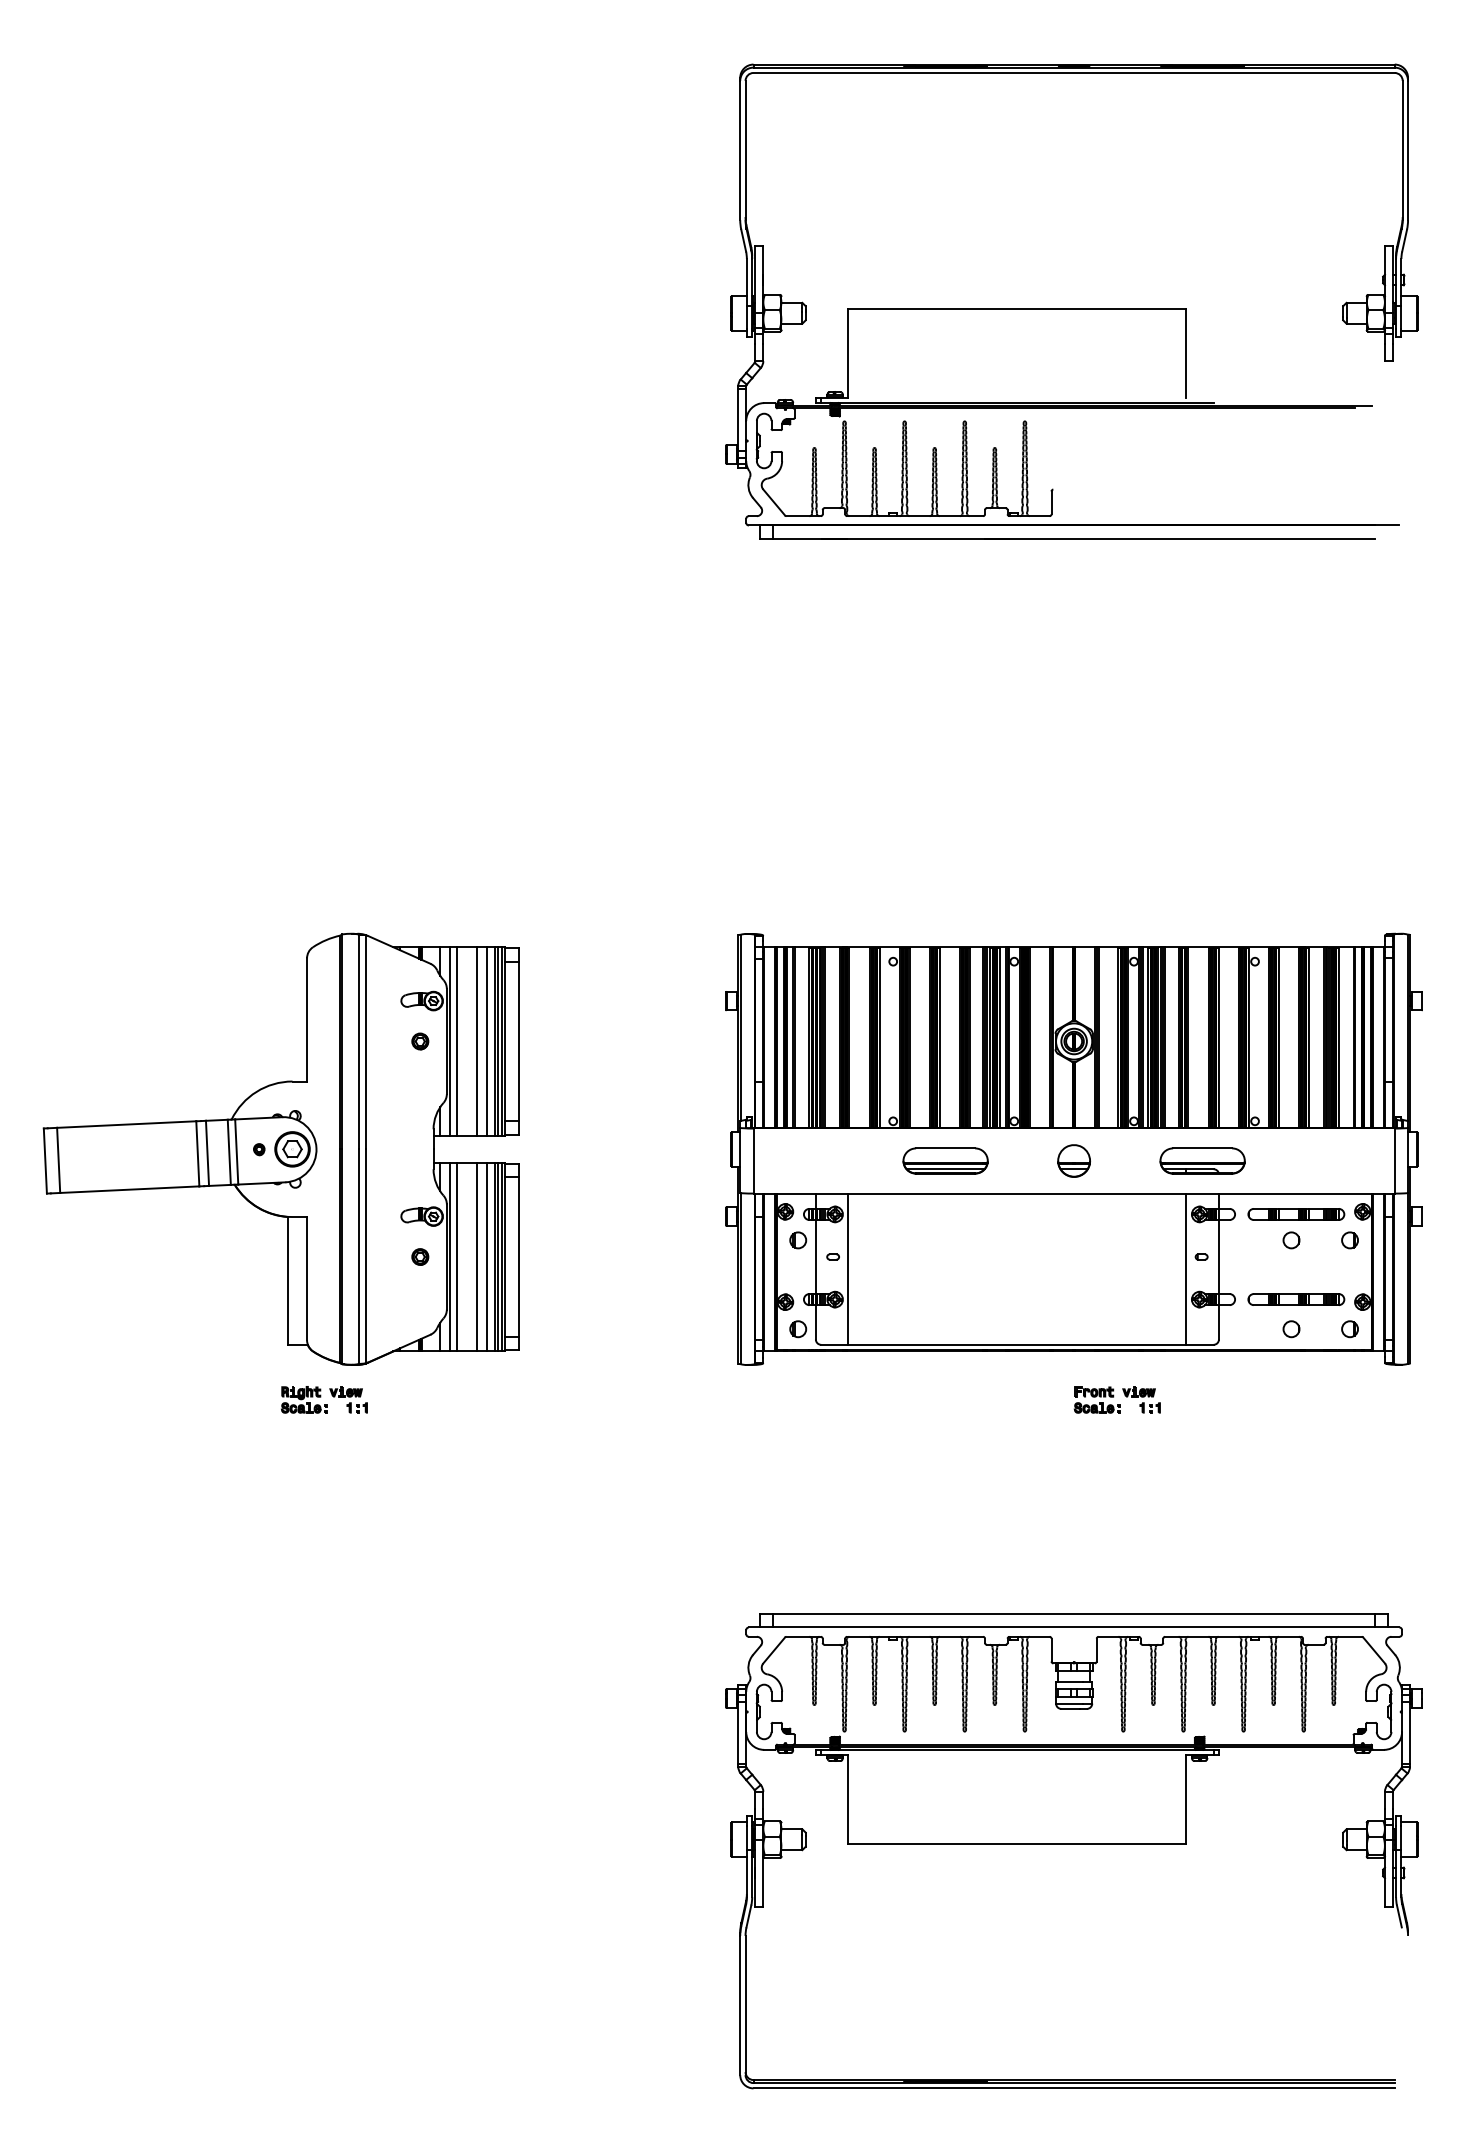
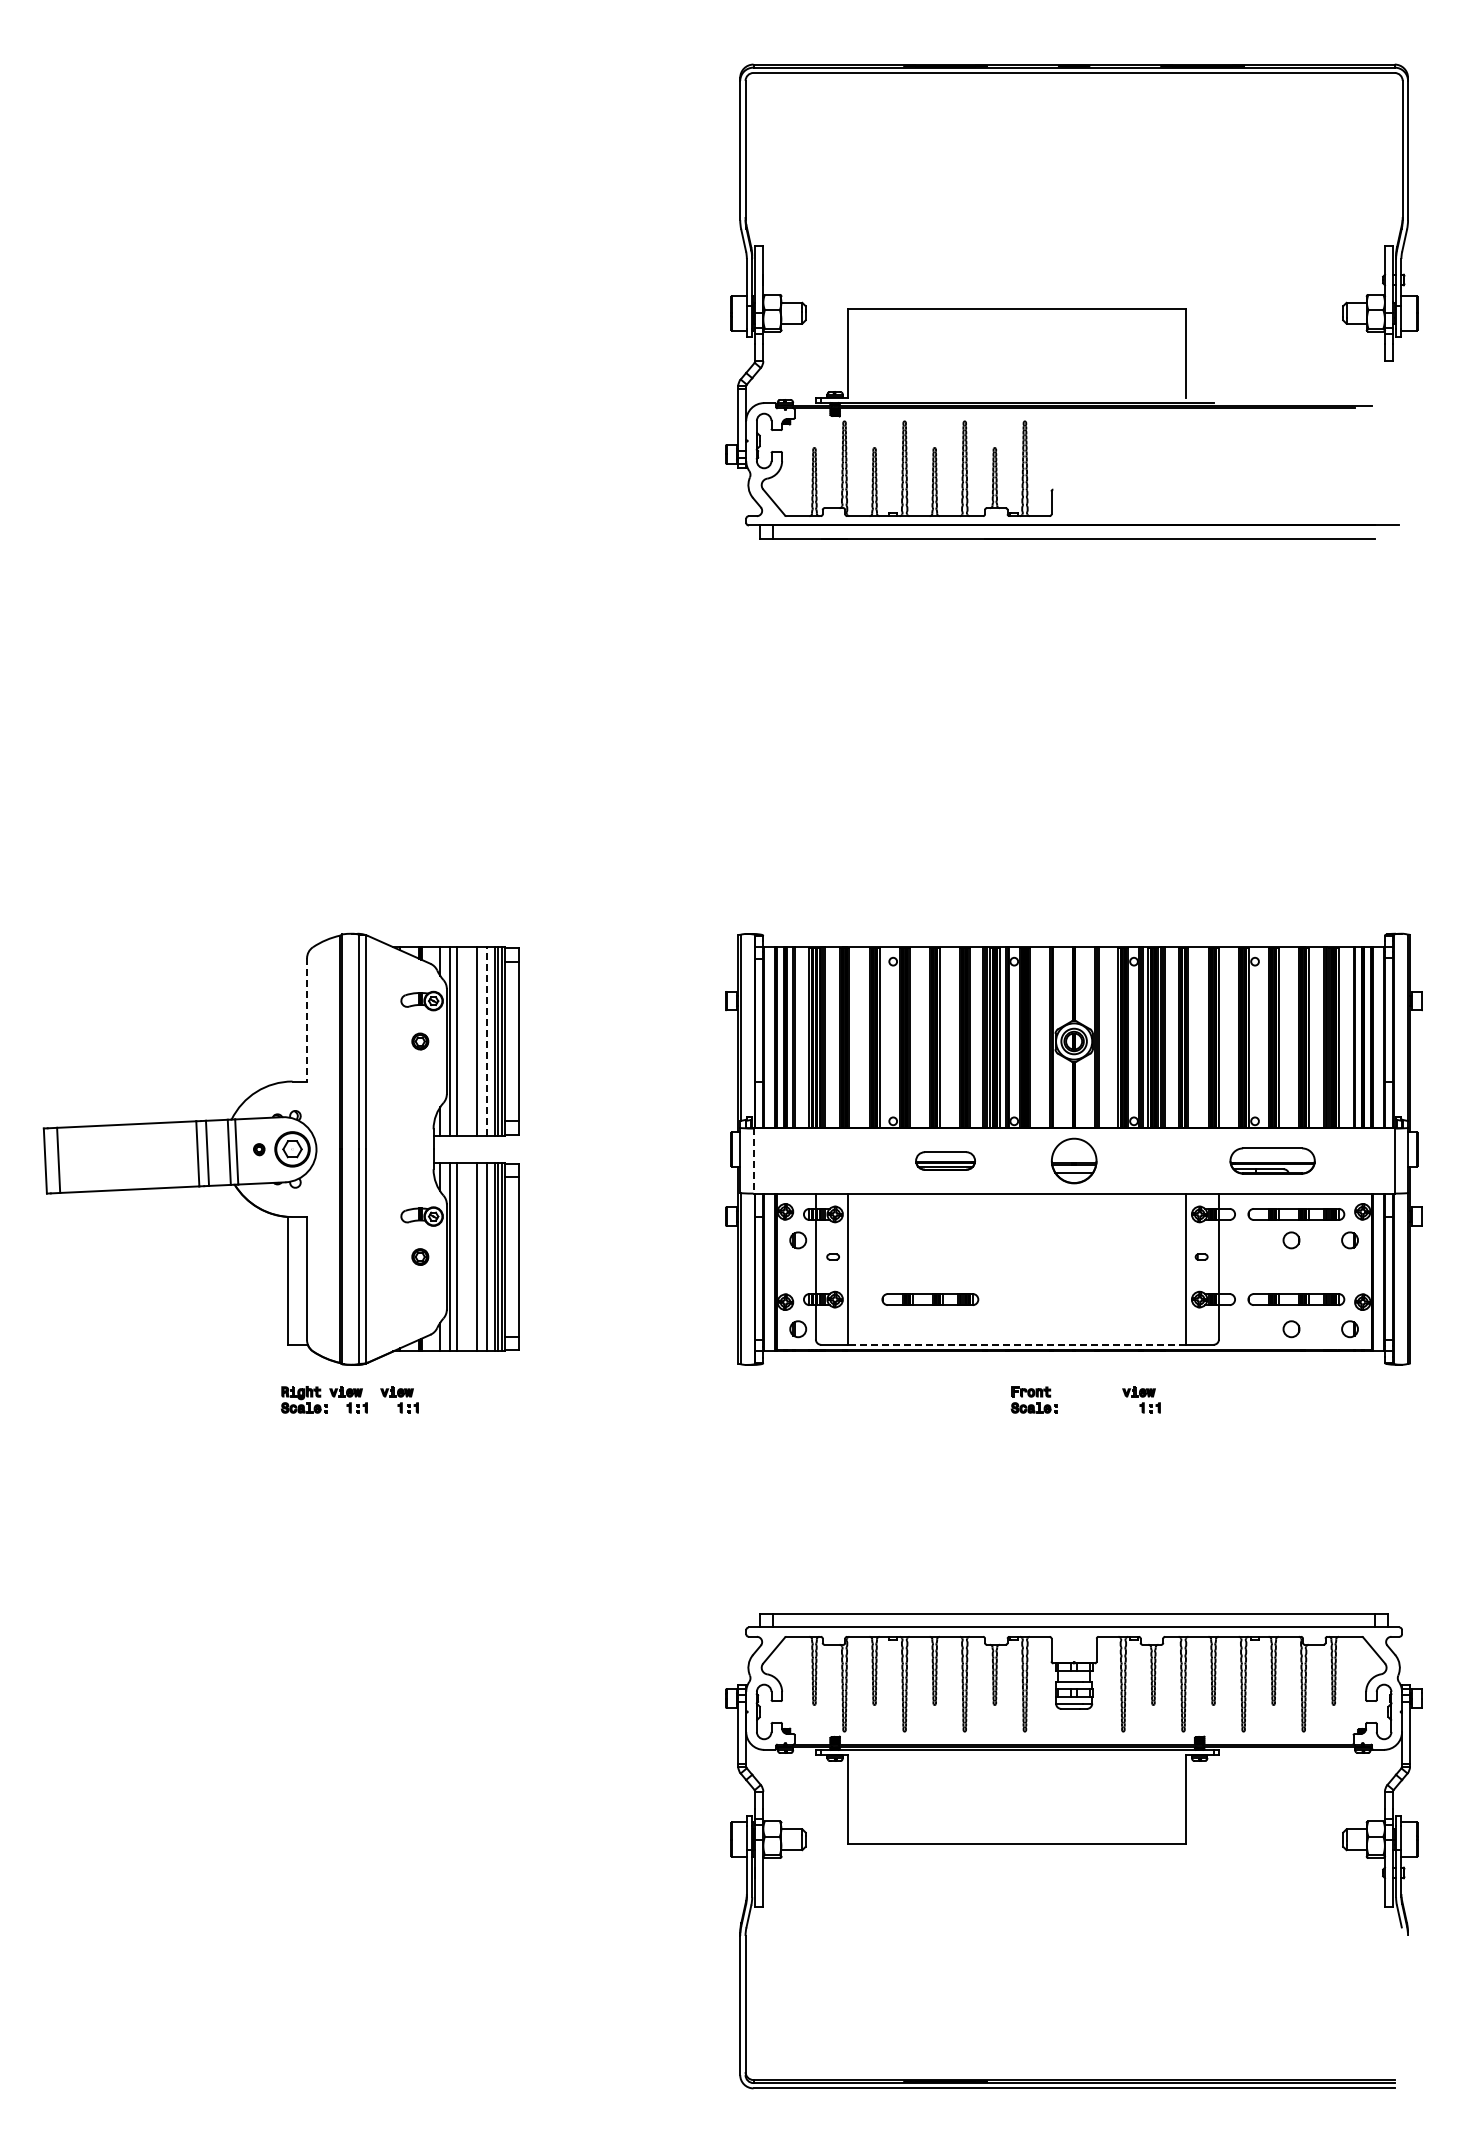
line at (307, 1019): solid -> dashed
line at (486, 1041): solid -> dashed
part at (945, 1160) size: 87x28 px -> 61x20 px
part at (1073, 1160) size: 34x34 px -> 48x48 px
part at (1202, 1160) position: (1202, 1160) -> (1272, 1160)
line at (753, 1161): solid -> dashed
part at (930, 1299): none -> present
line at (1017, 1344): solid -> dashed
part at (399, 1399): none -> present
part at (1096, 1399) position: (1096, 1399) -> (1033, 1399)
